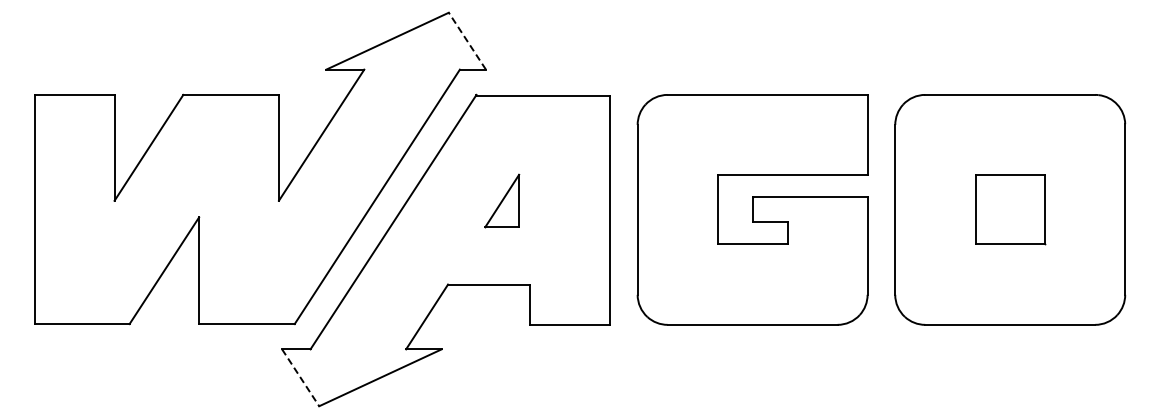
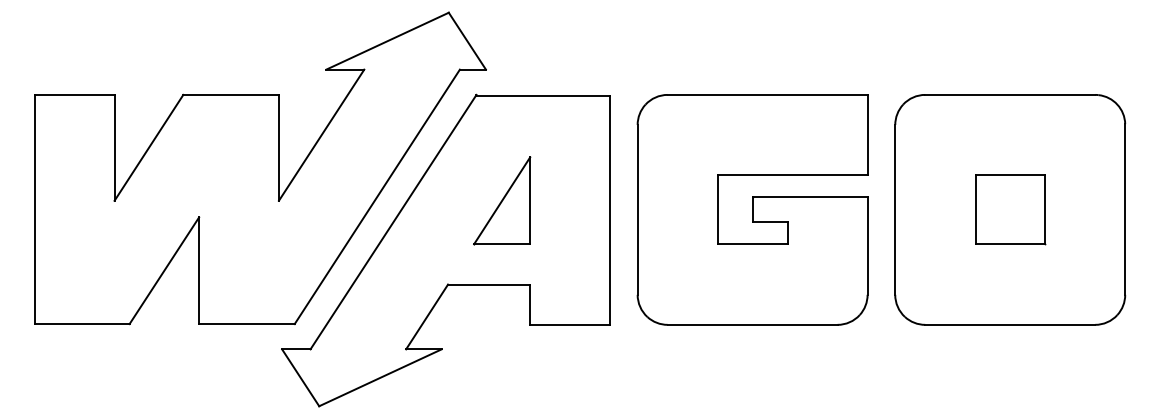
line at (467, 41): dashed -> solid
part at (502, 200) size: 37x56 px -> 59x90 px
line at (300, 377): dashed -> solid
